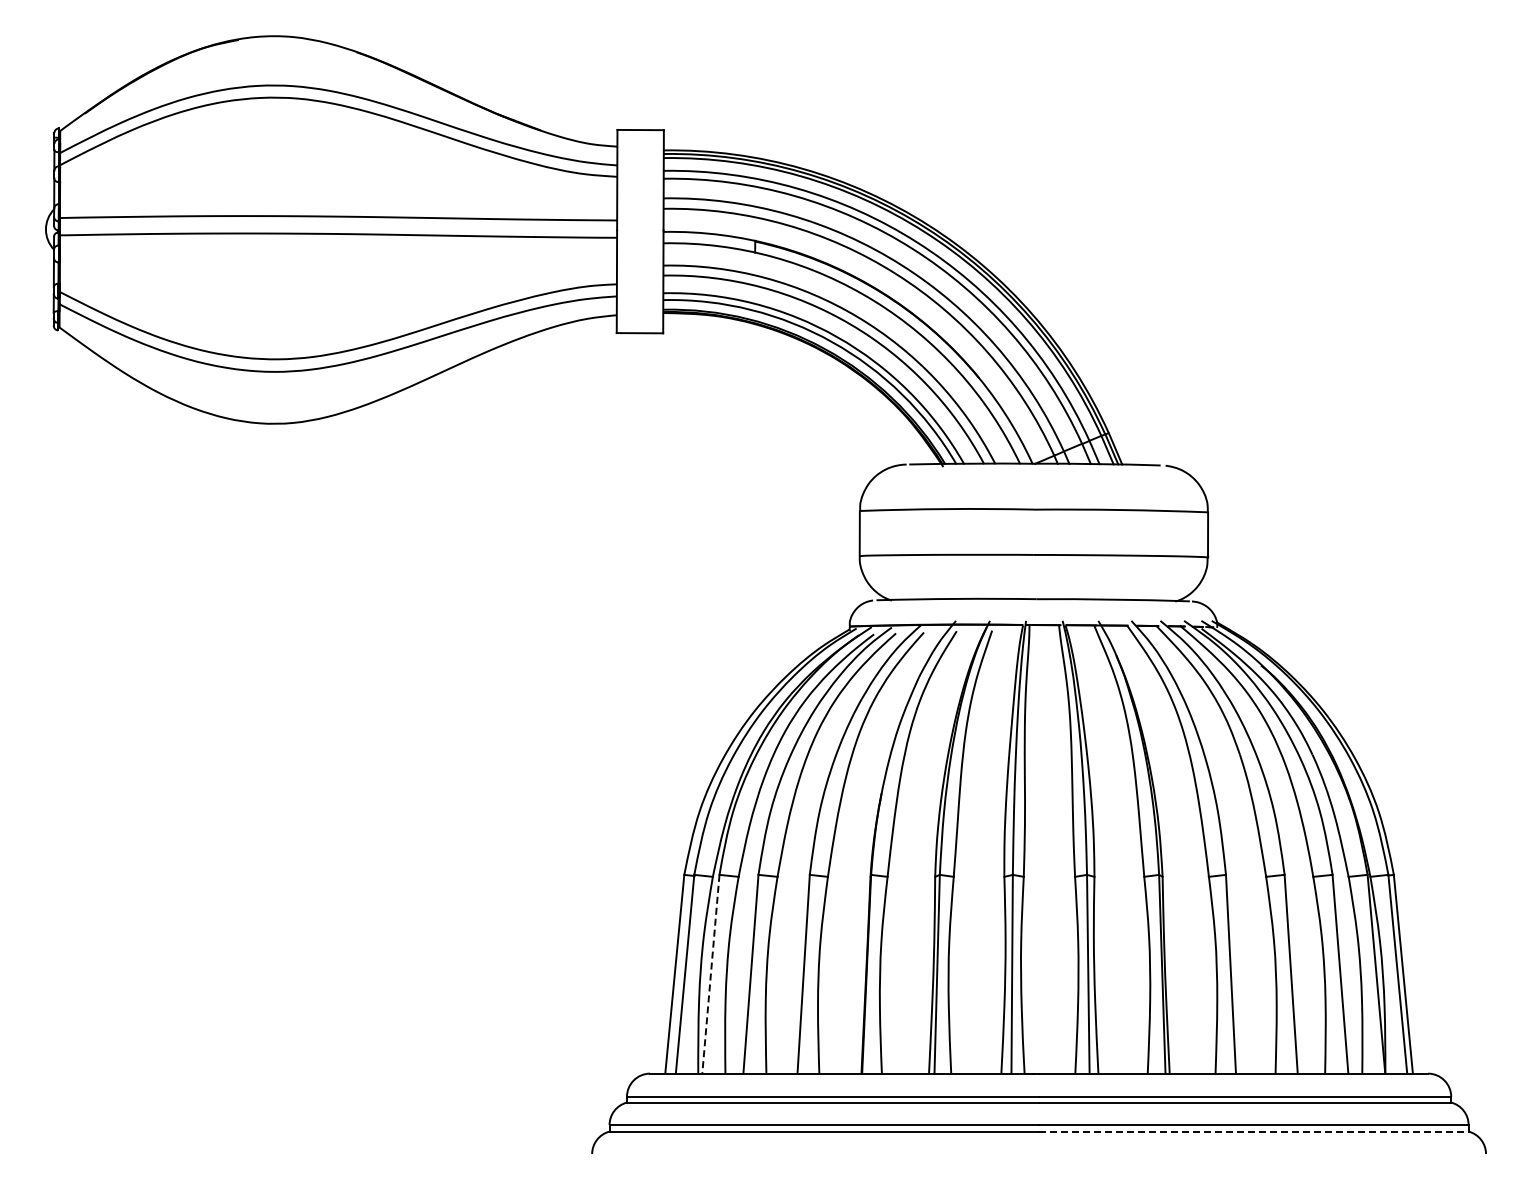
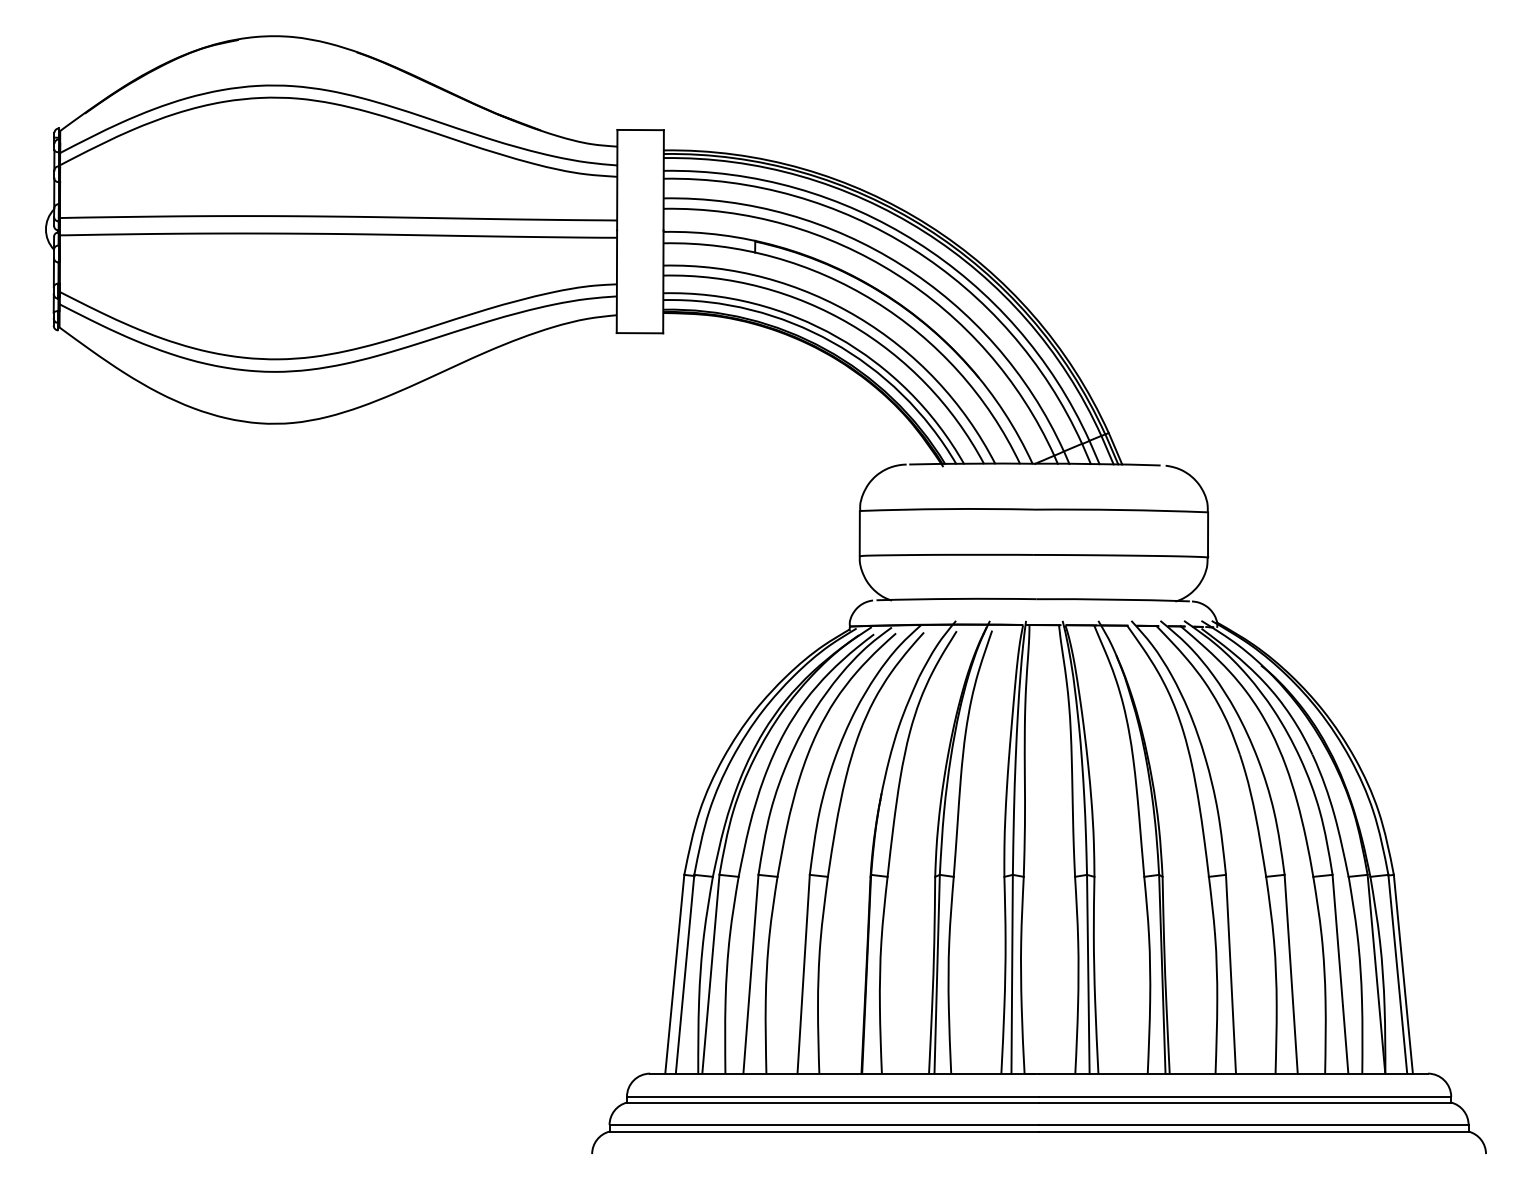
line at (710, 974): dashed -> solid
line at (1253, 1131): dashed -> solid
